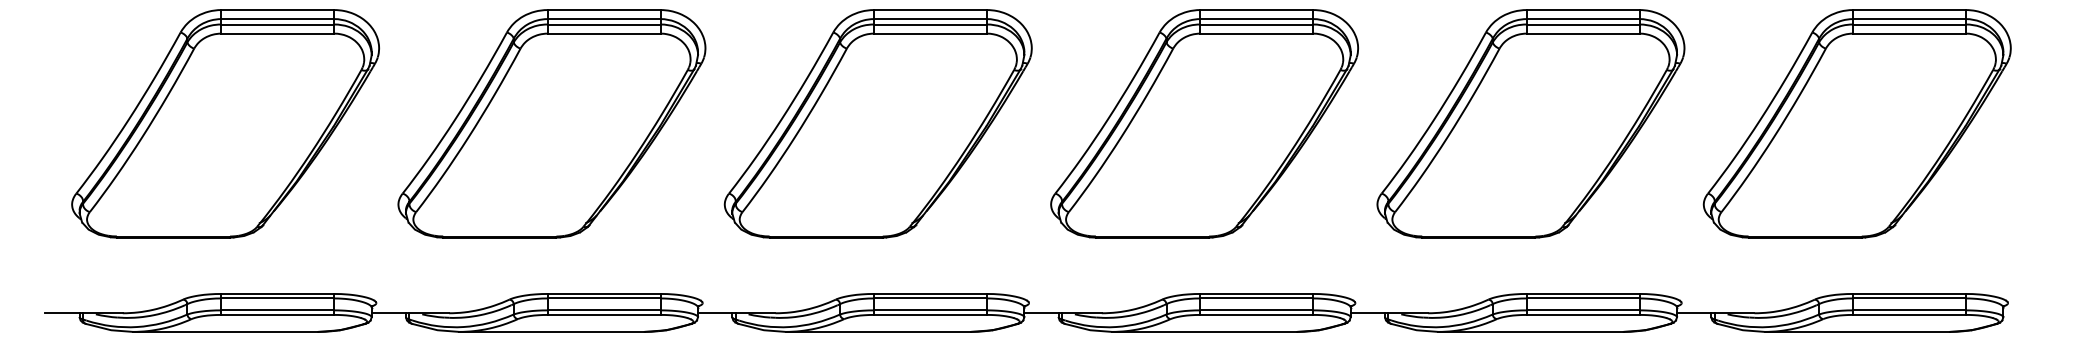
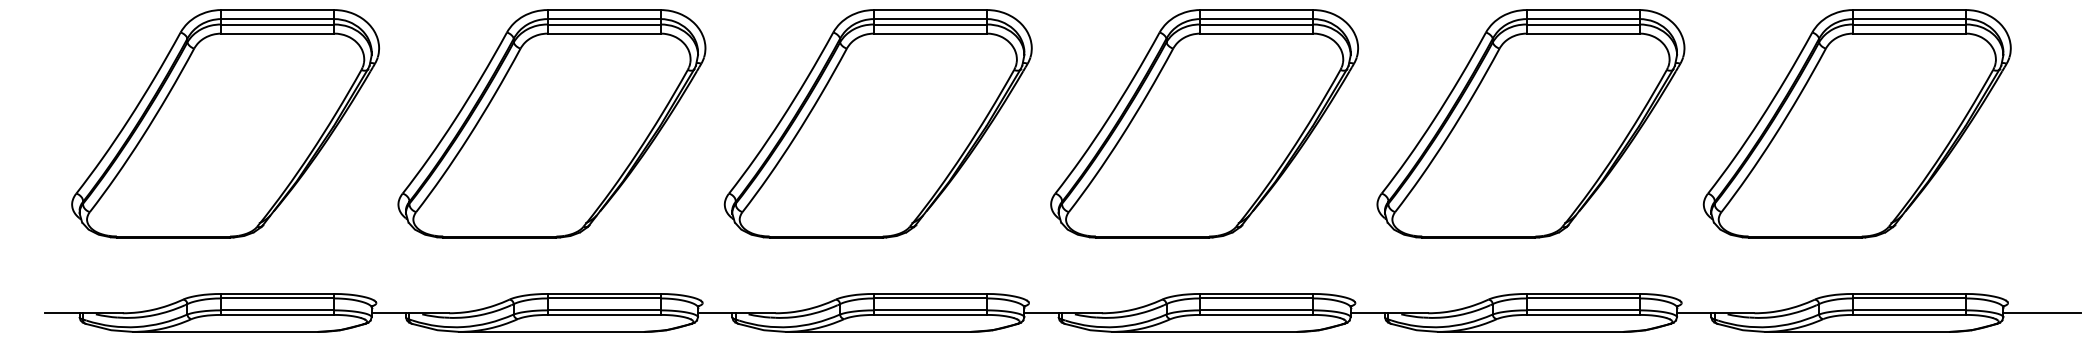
line at (2041, 313): none -> present
